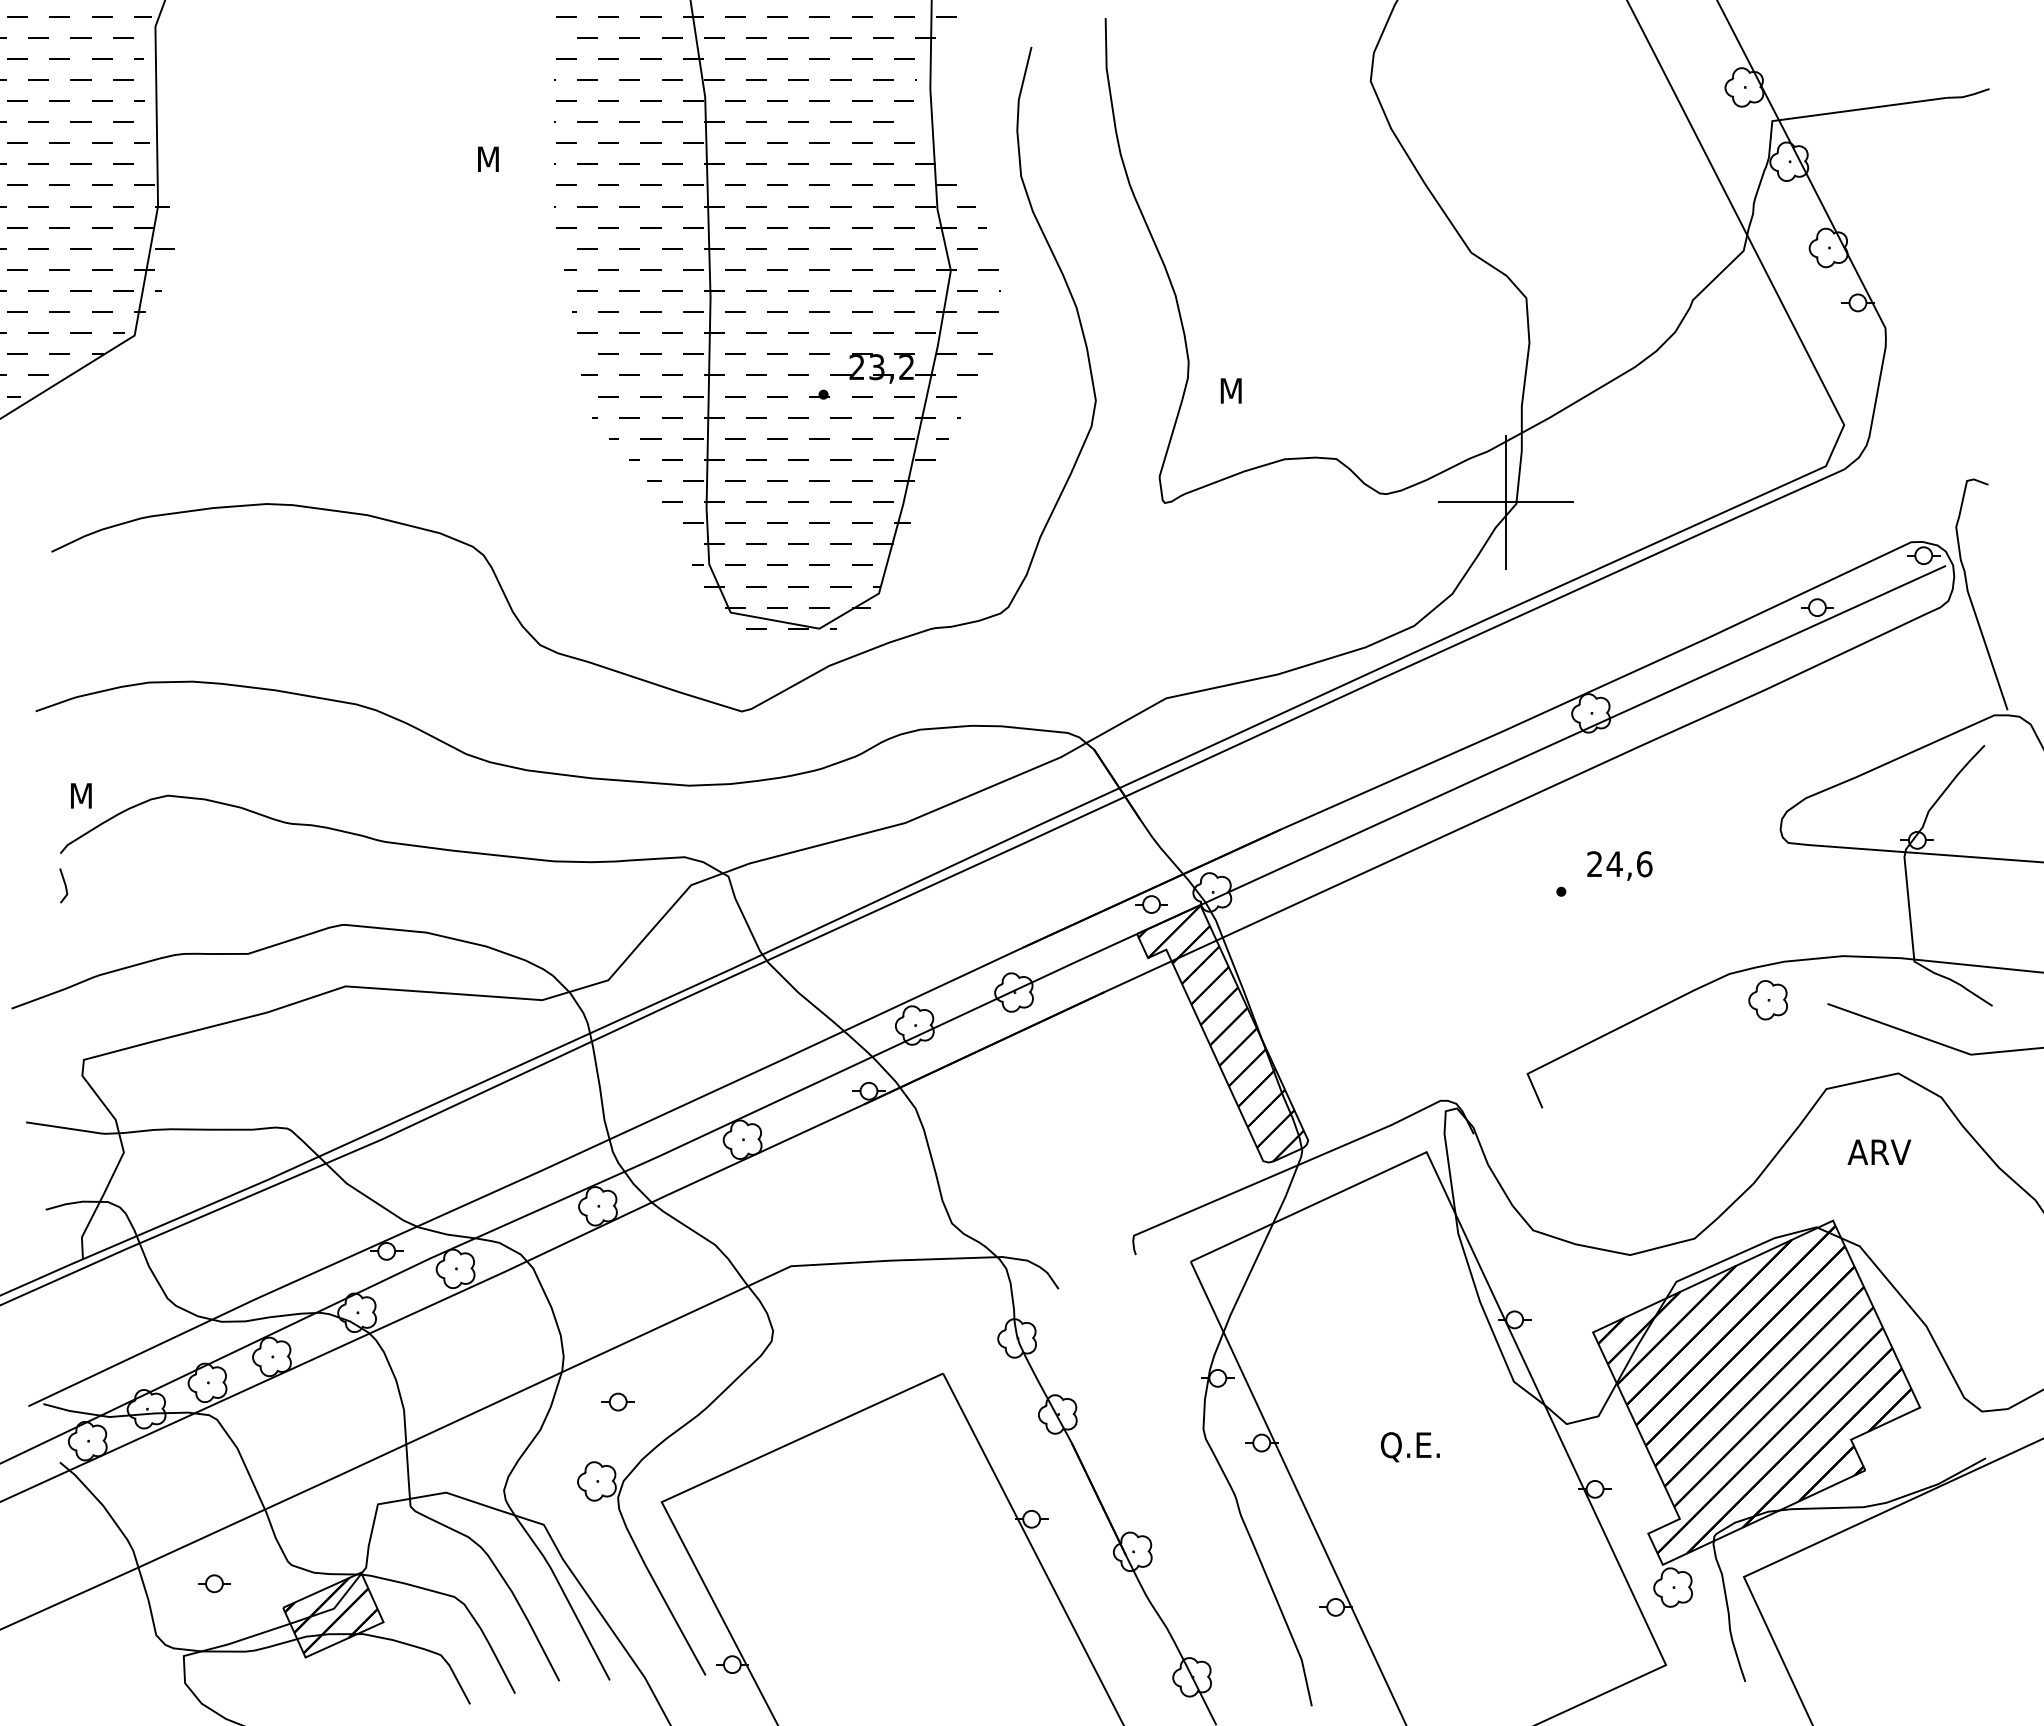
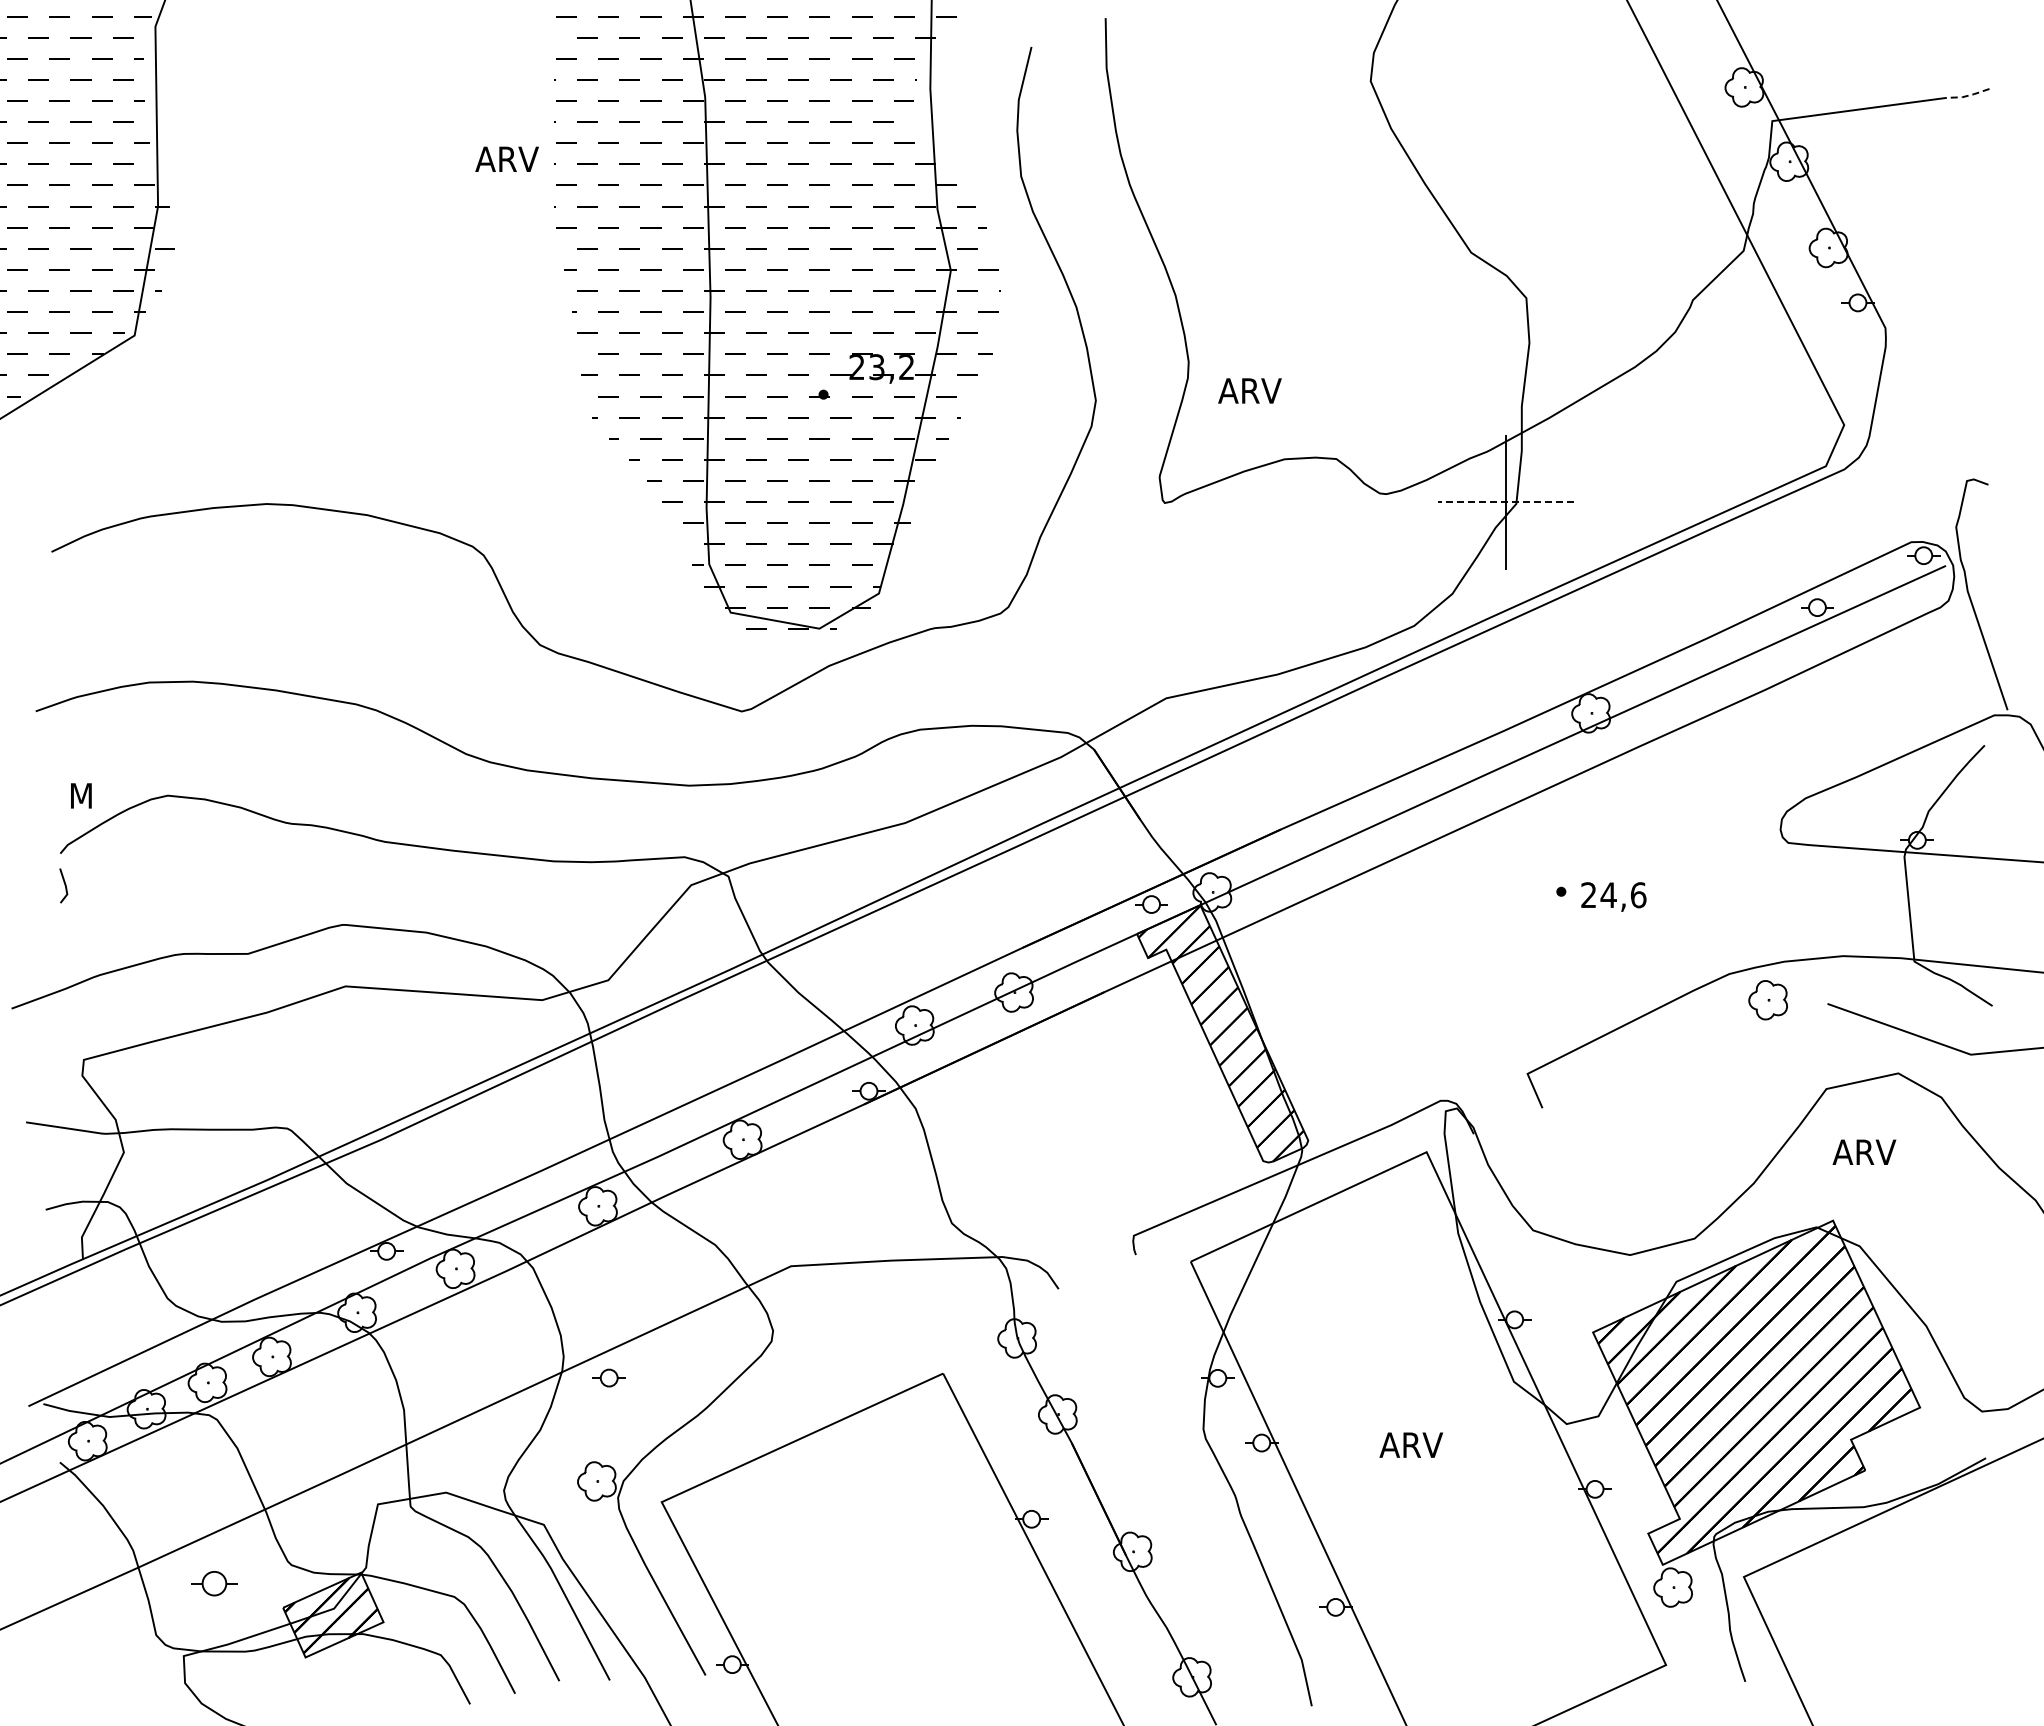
line at (1968, 95): solid -> dashed
text at (506, 158): M -> ARV
text at (1249, 390): M -> ARV
line at (1505, 502): solid -> dashed
text at (1619, 865) position: (1619, 865) -> (1613, 896)
text at (1879, 1151) position: (1879, 1151) -> (1864, 1151)
part at (617, 1401) position: (617, 1401) -> (608, 1377)
text at (1411, 1447): Q.E. -> ARV
part at (214, 1583) size: 33x20 px -> 47x26 px
